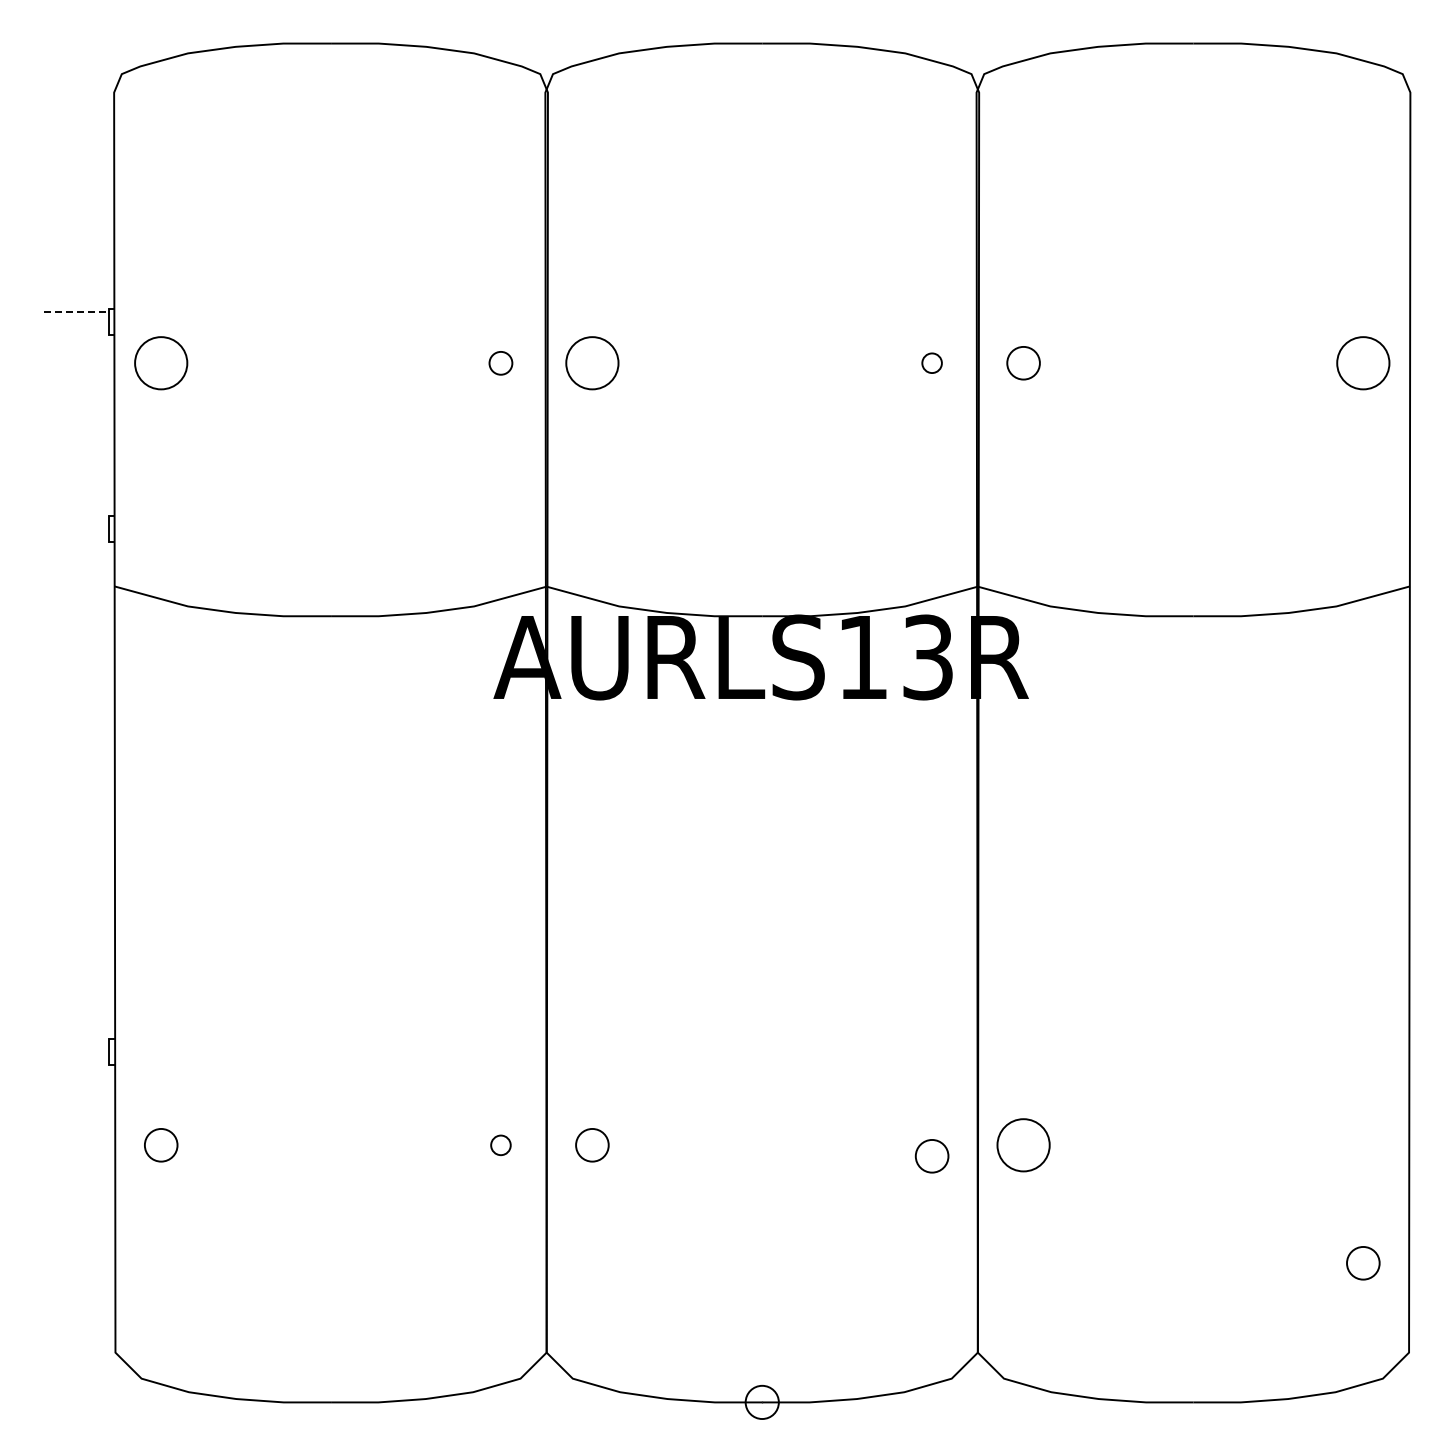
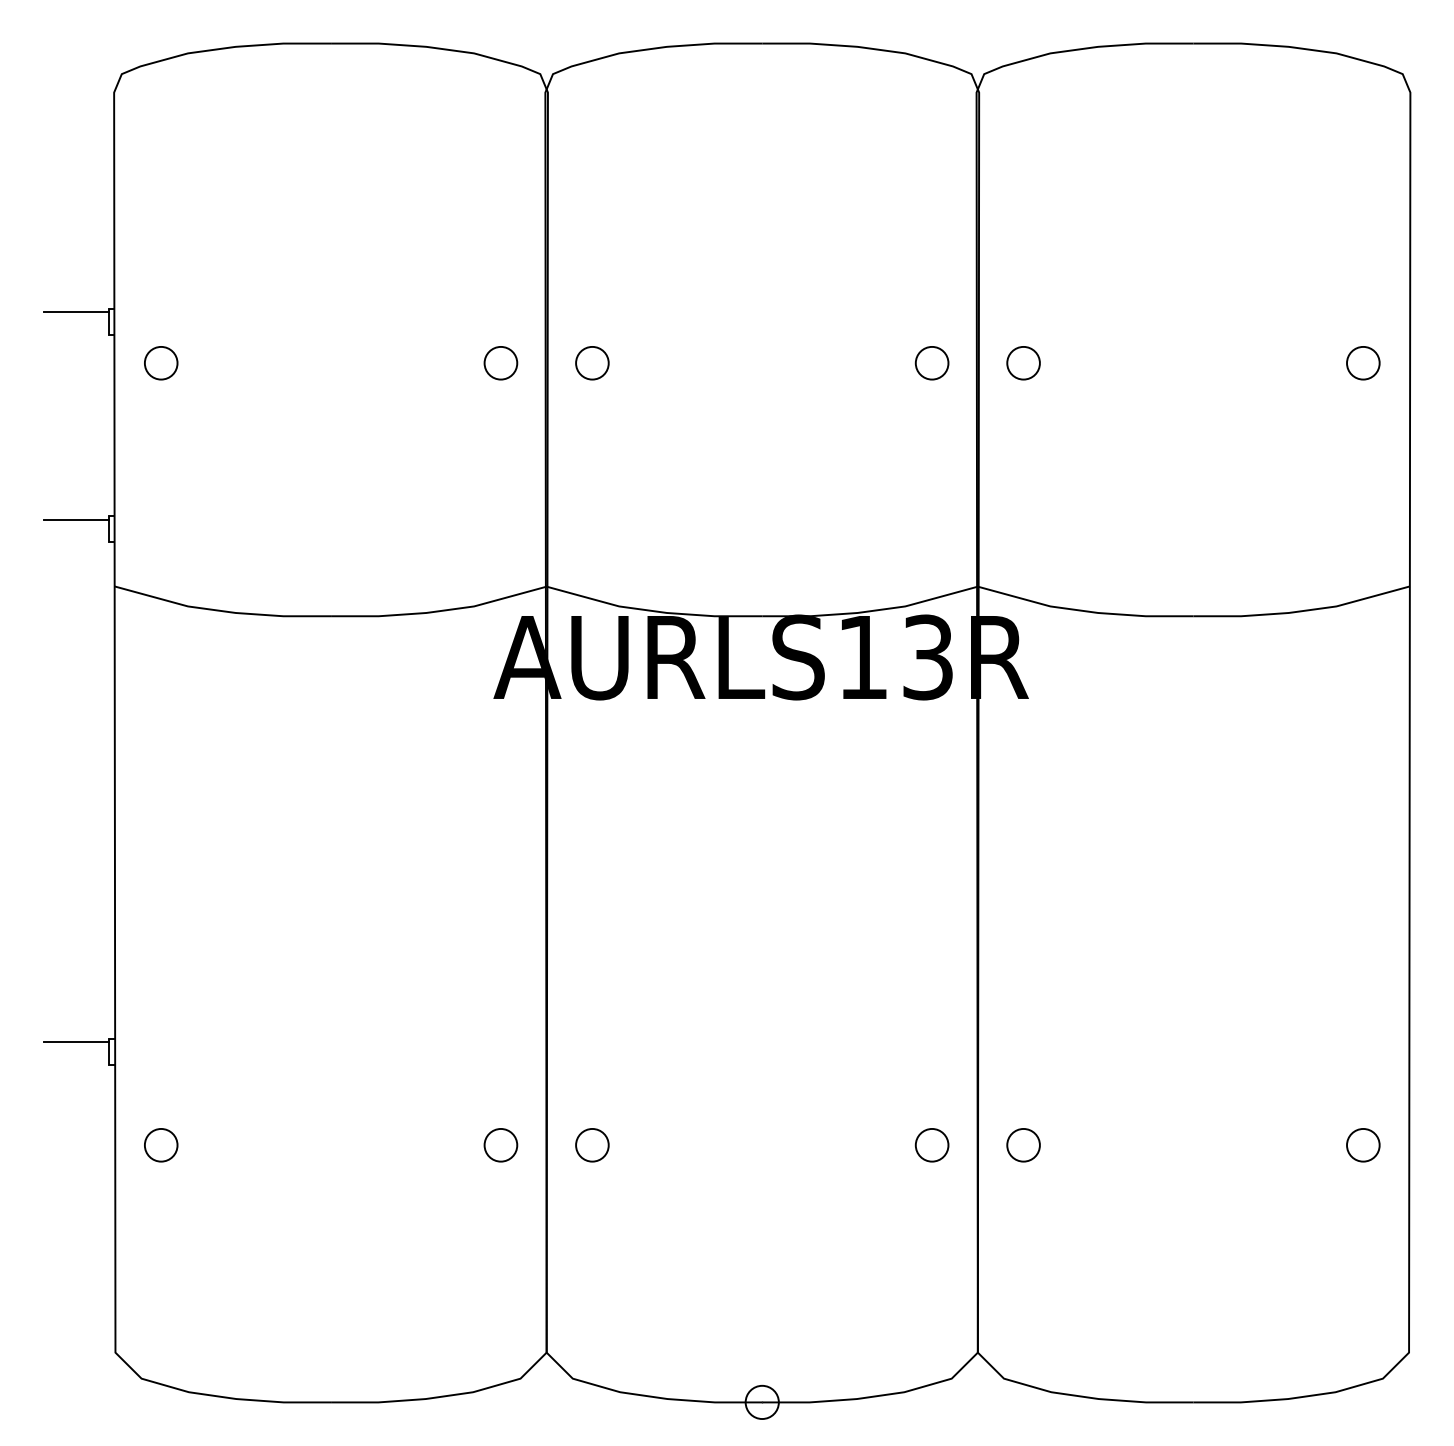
line at (76, 312): dashed -> solid
circle at (161, 363) diameter: 52 px -> 33 px
circle at (500, 363) size: 26x25 px -> 36x35 px
circle at (592, 363) diameter: 52 px -> 33 px
circle at (931, 363) diameter: 20 px -> 33 px
circle at (1363, 363) diameter: 52 px -> 33 px
line at (75, 519): none -> present
line at (75, 1042): none -> present
circle at (500, 1145) size: 22x23 px -> 36x35 px
circle at (1023, 1145) diameter: 52 px -> 33 px
circle at (931, 1156) position: (931, 1156) -> (931, 1145)
circle at (1363, 1263) position: (1363, 1263) -> (1363, 1145)
